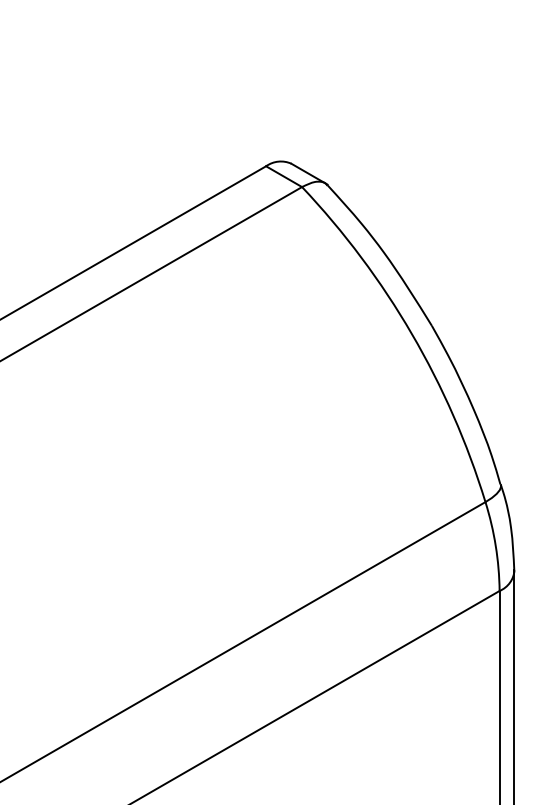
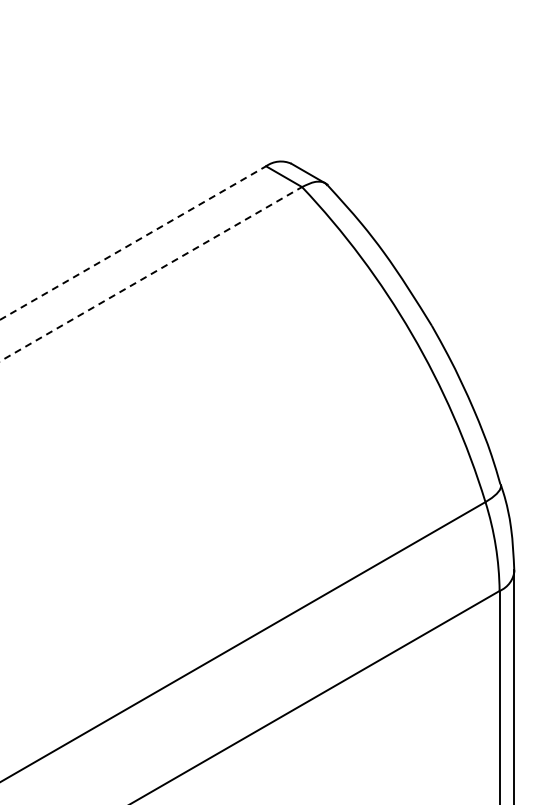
line at (133, 242): solid -> dashed
line at (151, 274): solid -> dashed
